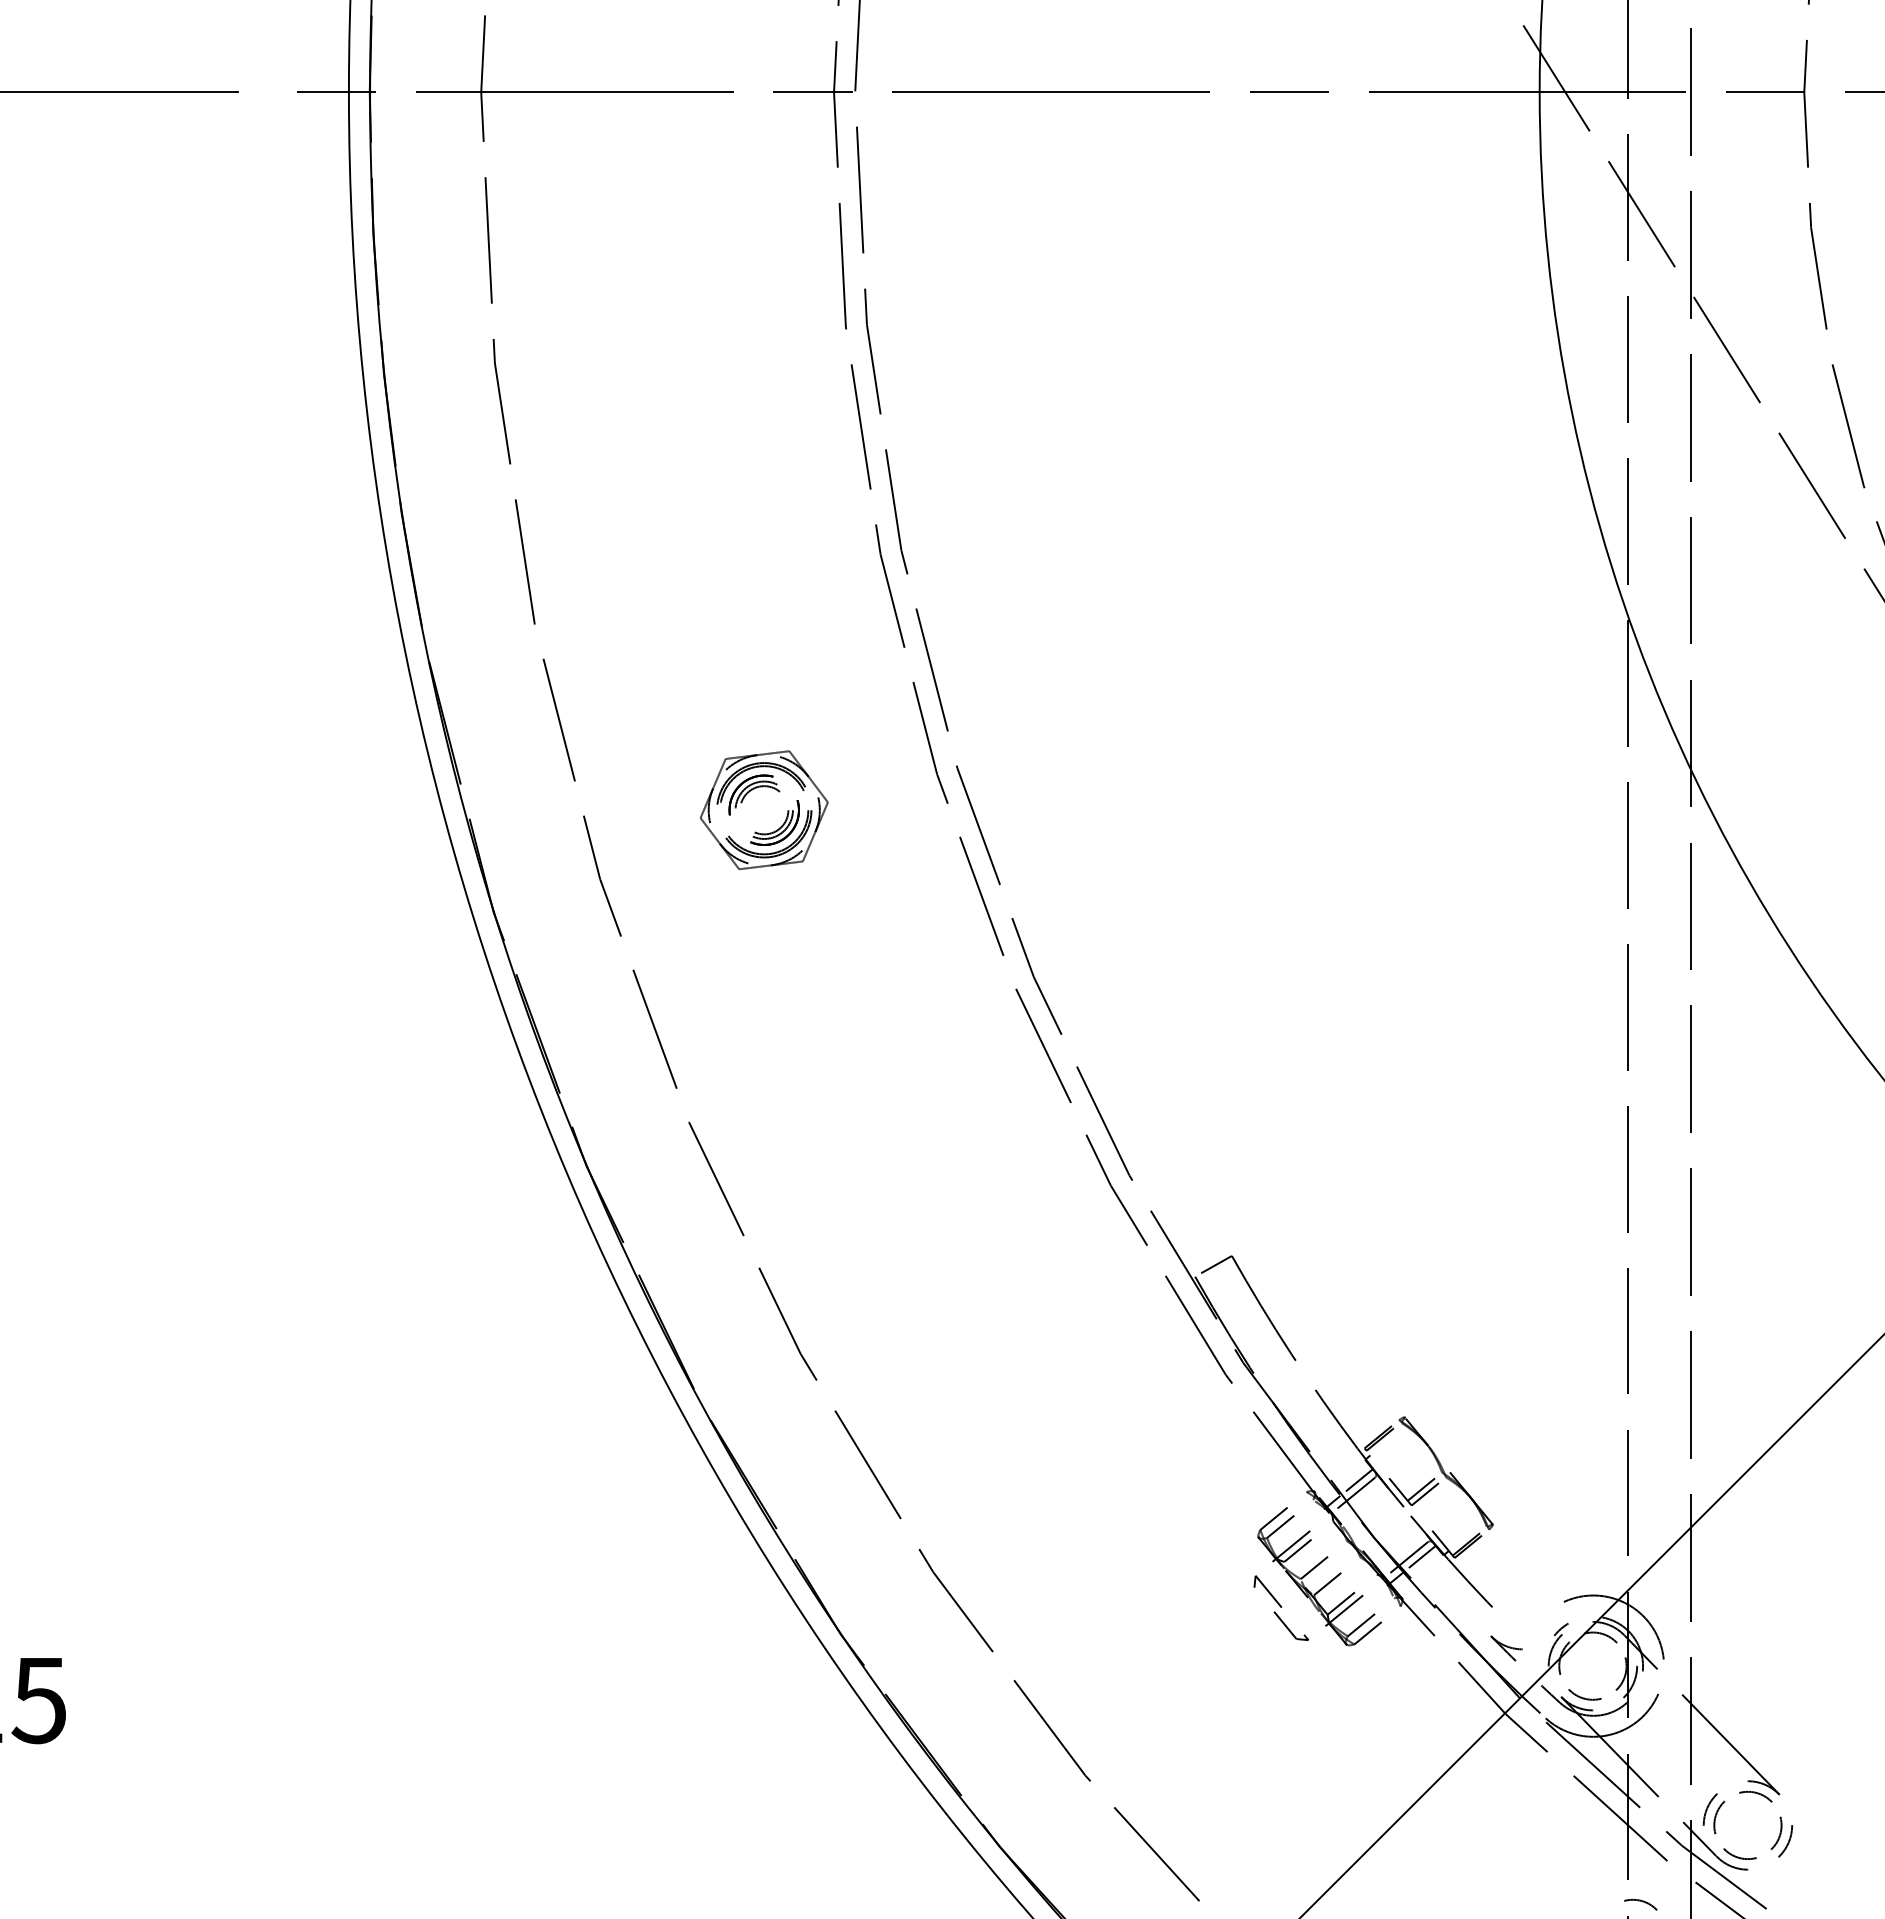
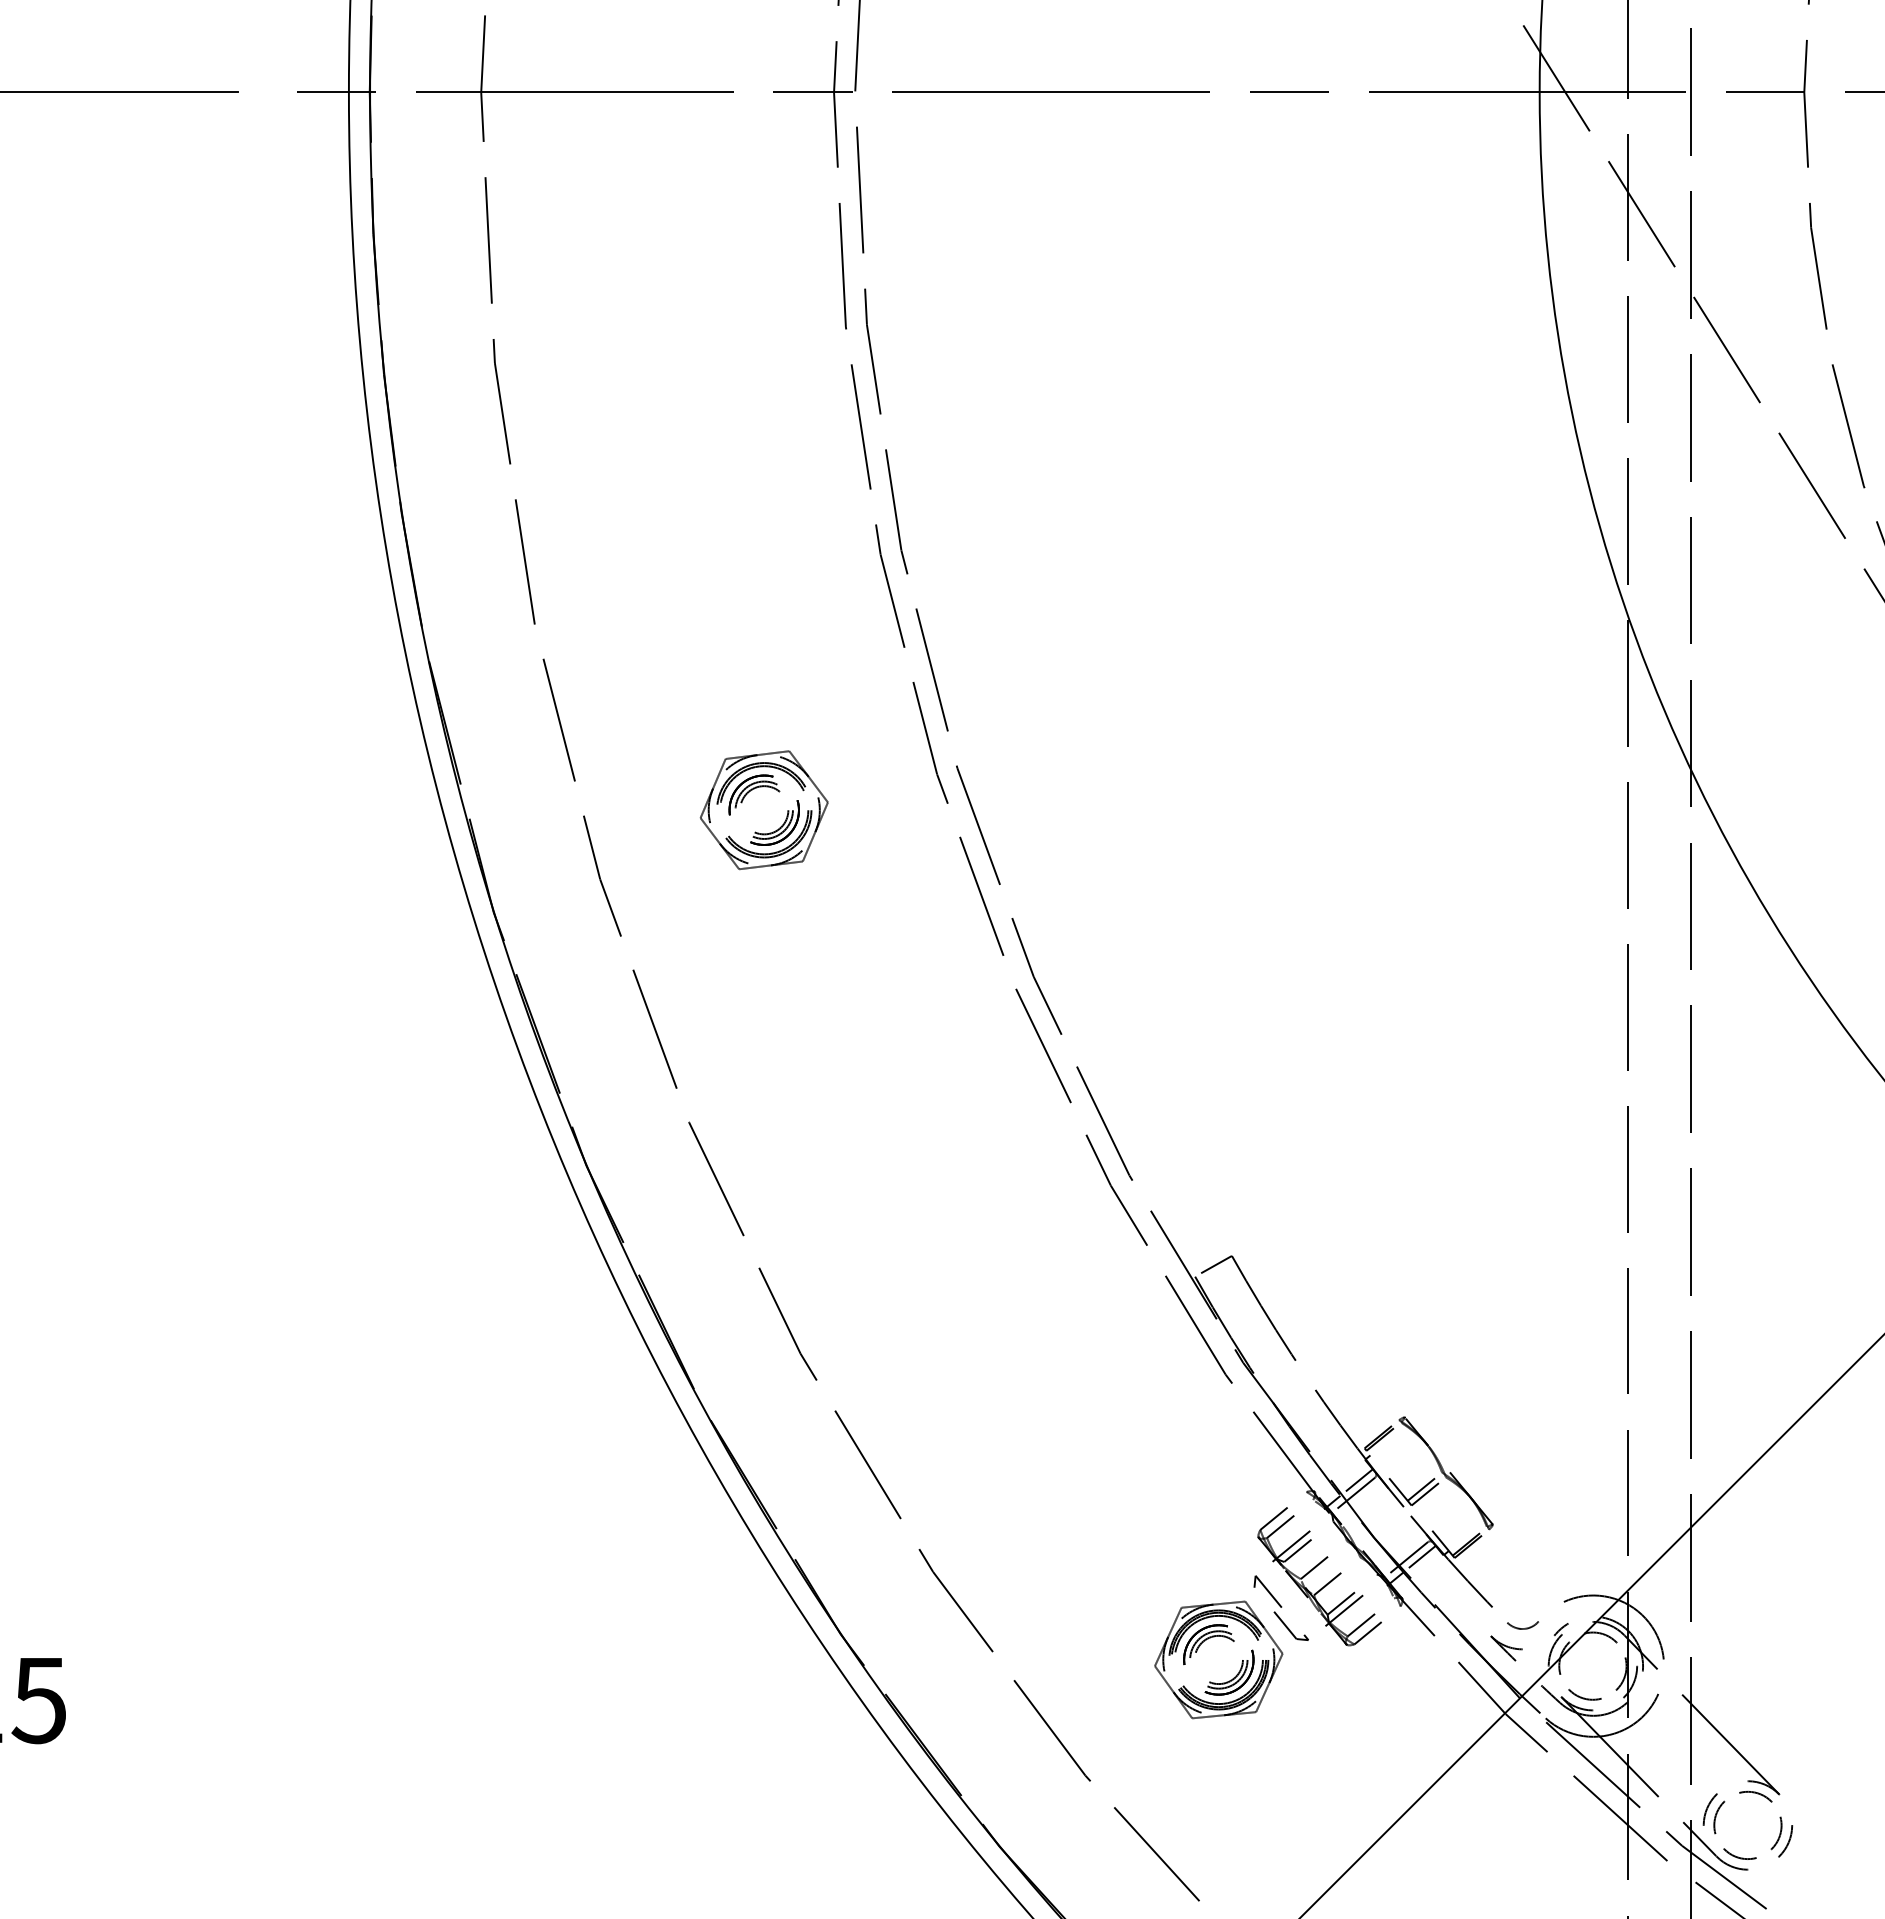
arc at (1525, 1627): none -> present
part at (1218, 1659): none -> present
part at (1640, 1904): present -> none
